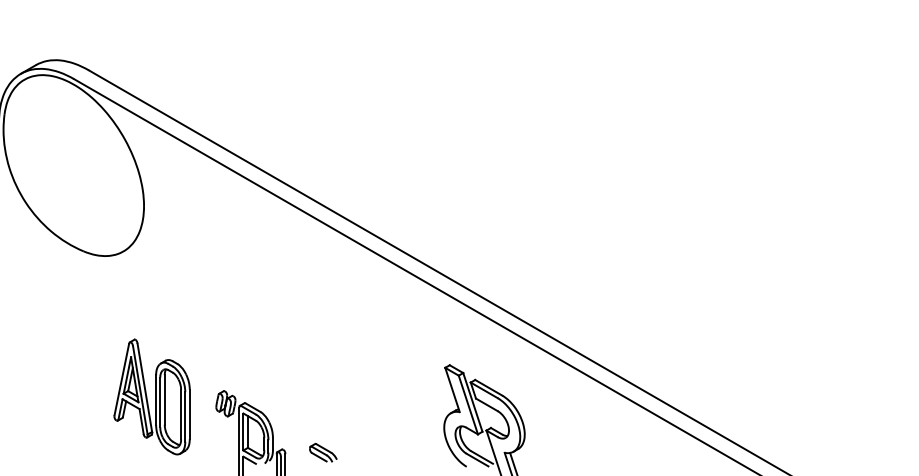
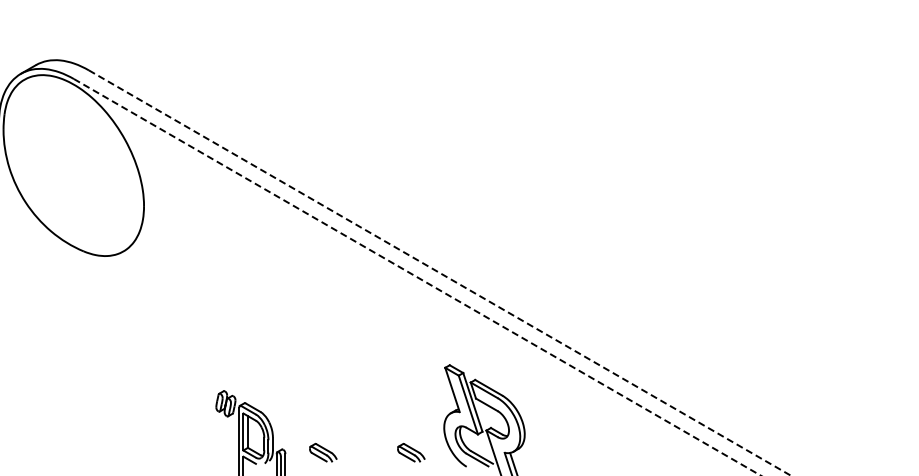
line at (439, 272): solid -> dashed
line at (416, 277): solid -> dashed
part at (151, 396): present -> none
part at (411, 452): none -> present
